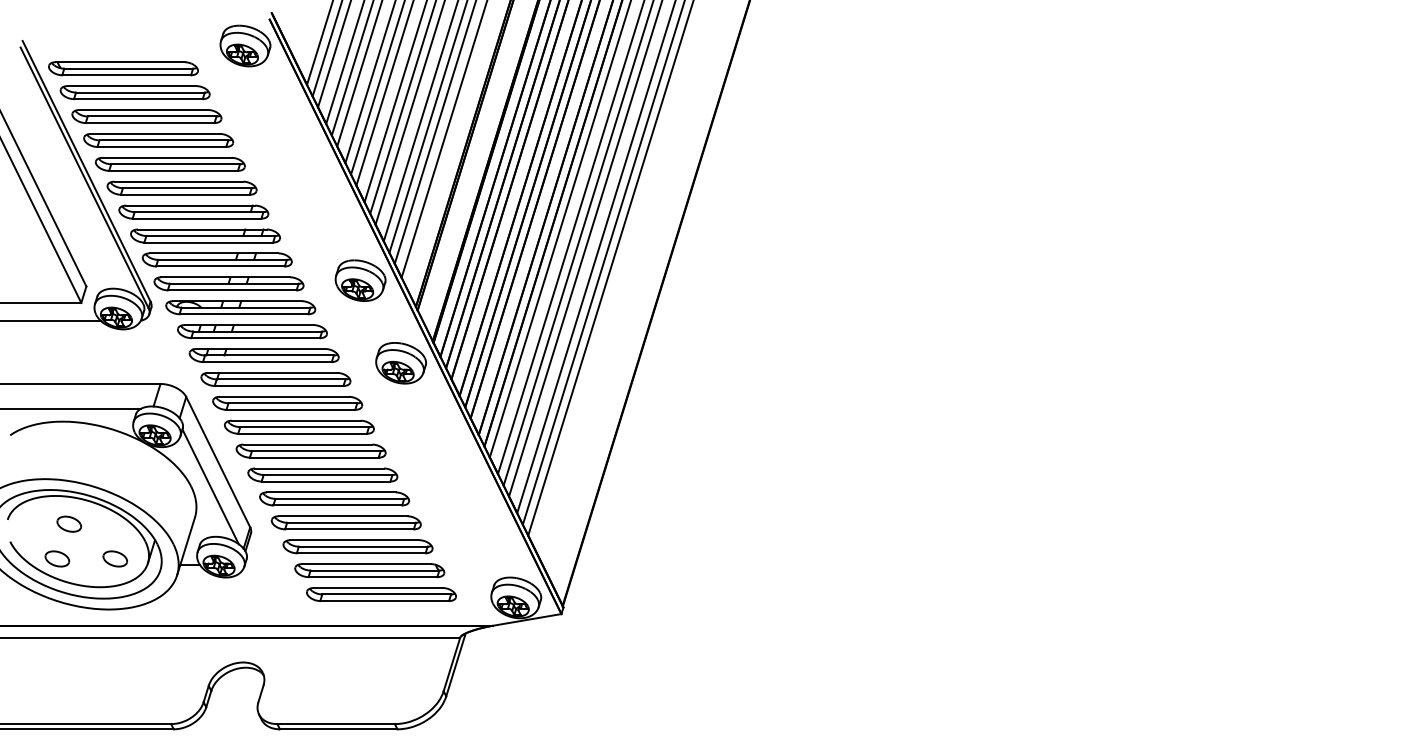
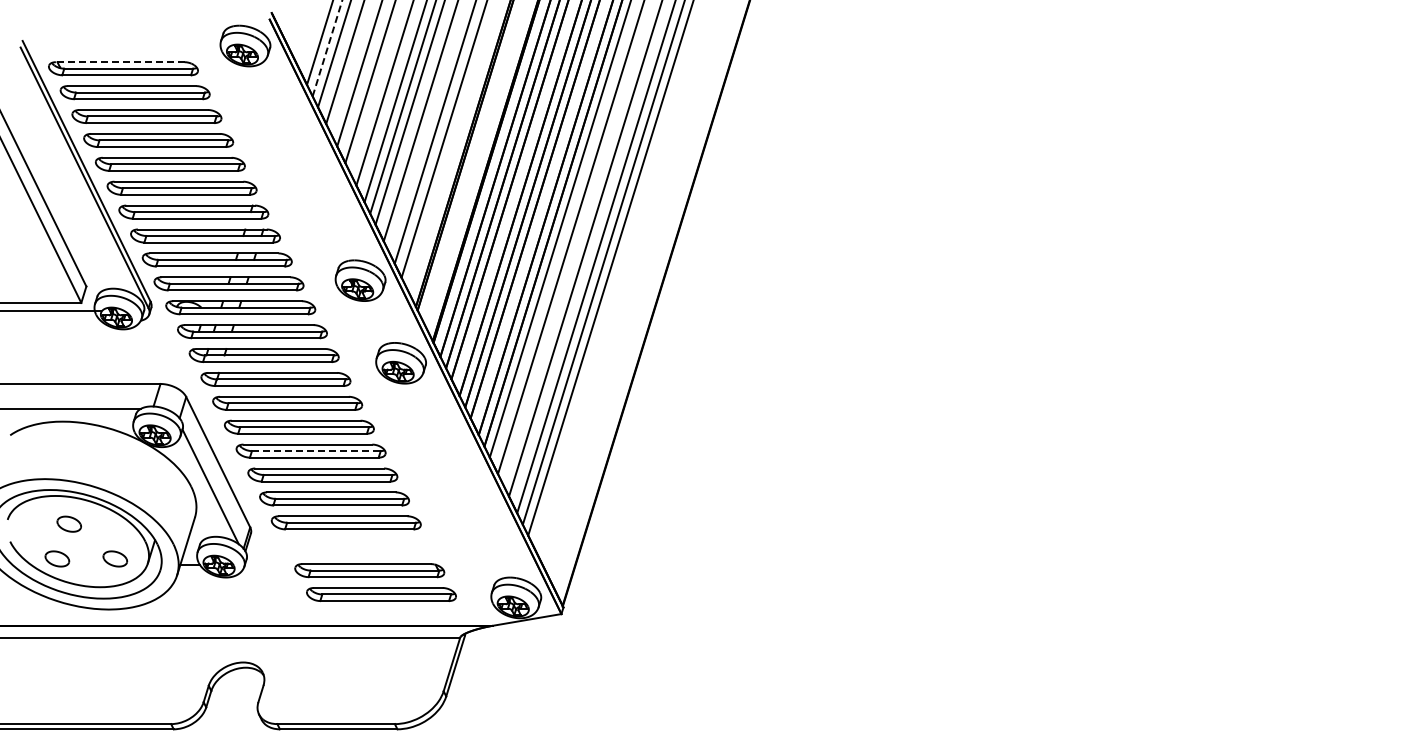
line at (327, 48): solid -> dashed
line at (119, 62): solid -> dashed
line at (351, 68): present -> none
line at (377, 88): present -> none
line at (427, 127): present -> none
line at (578, 243): present -> none
line at (51, 321) position: (51, 321) -> (51, 311)
line at (316, 451): solid -> dashed
part at (357, 546): present -> none
